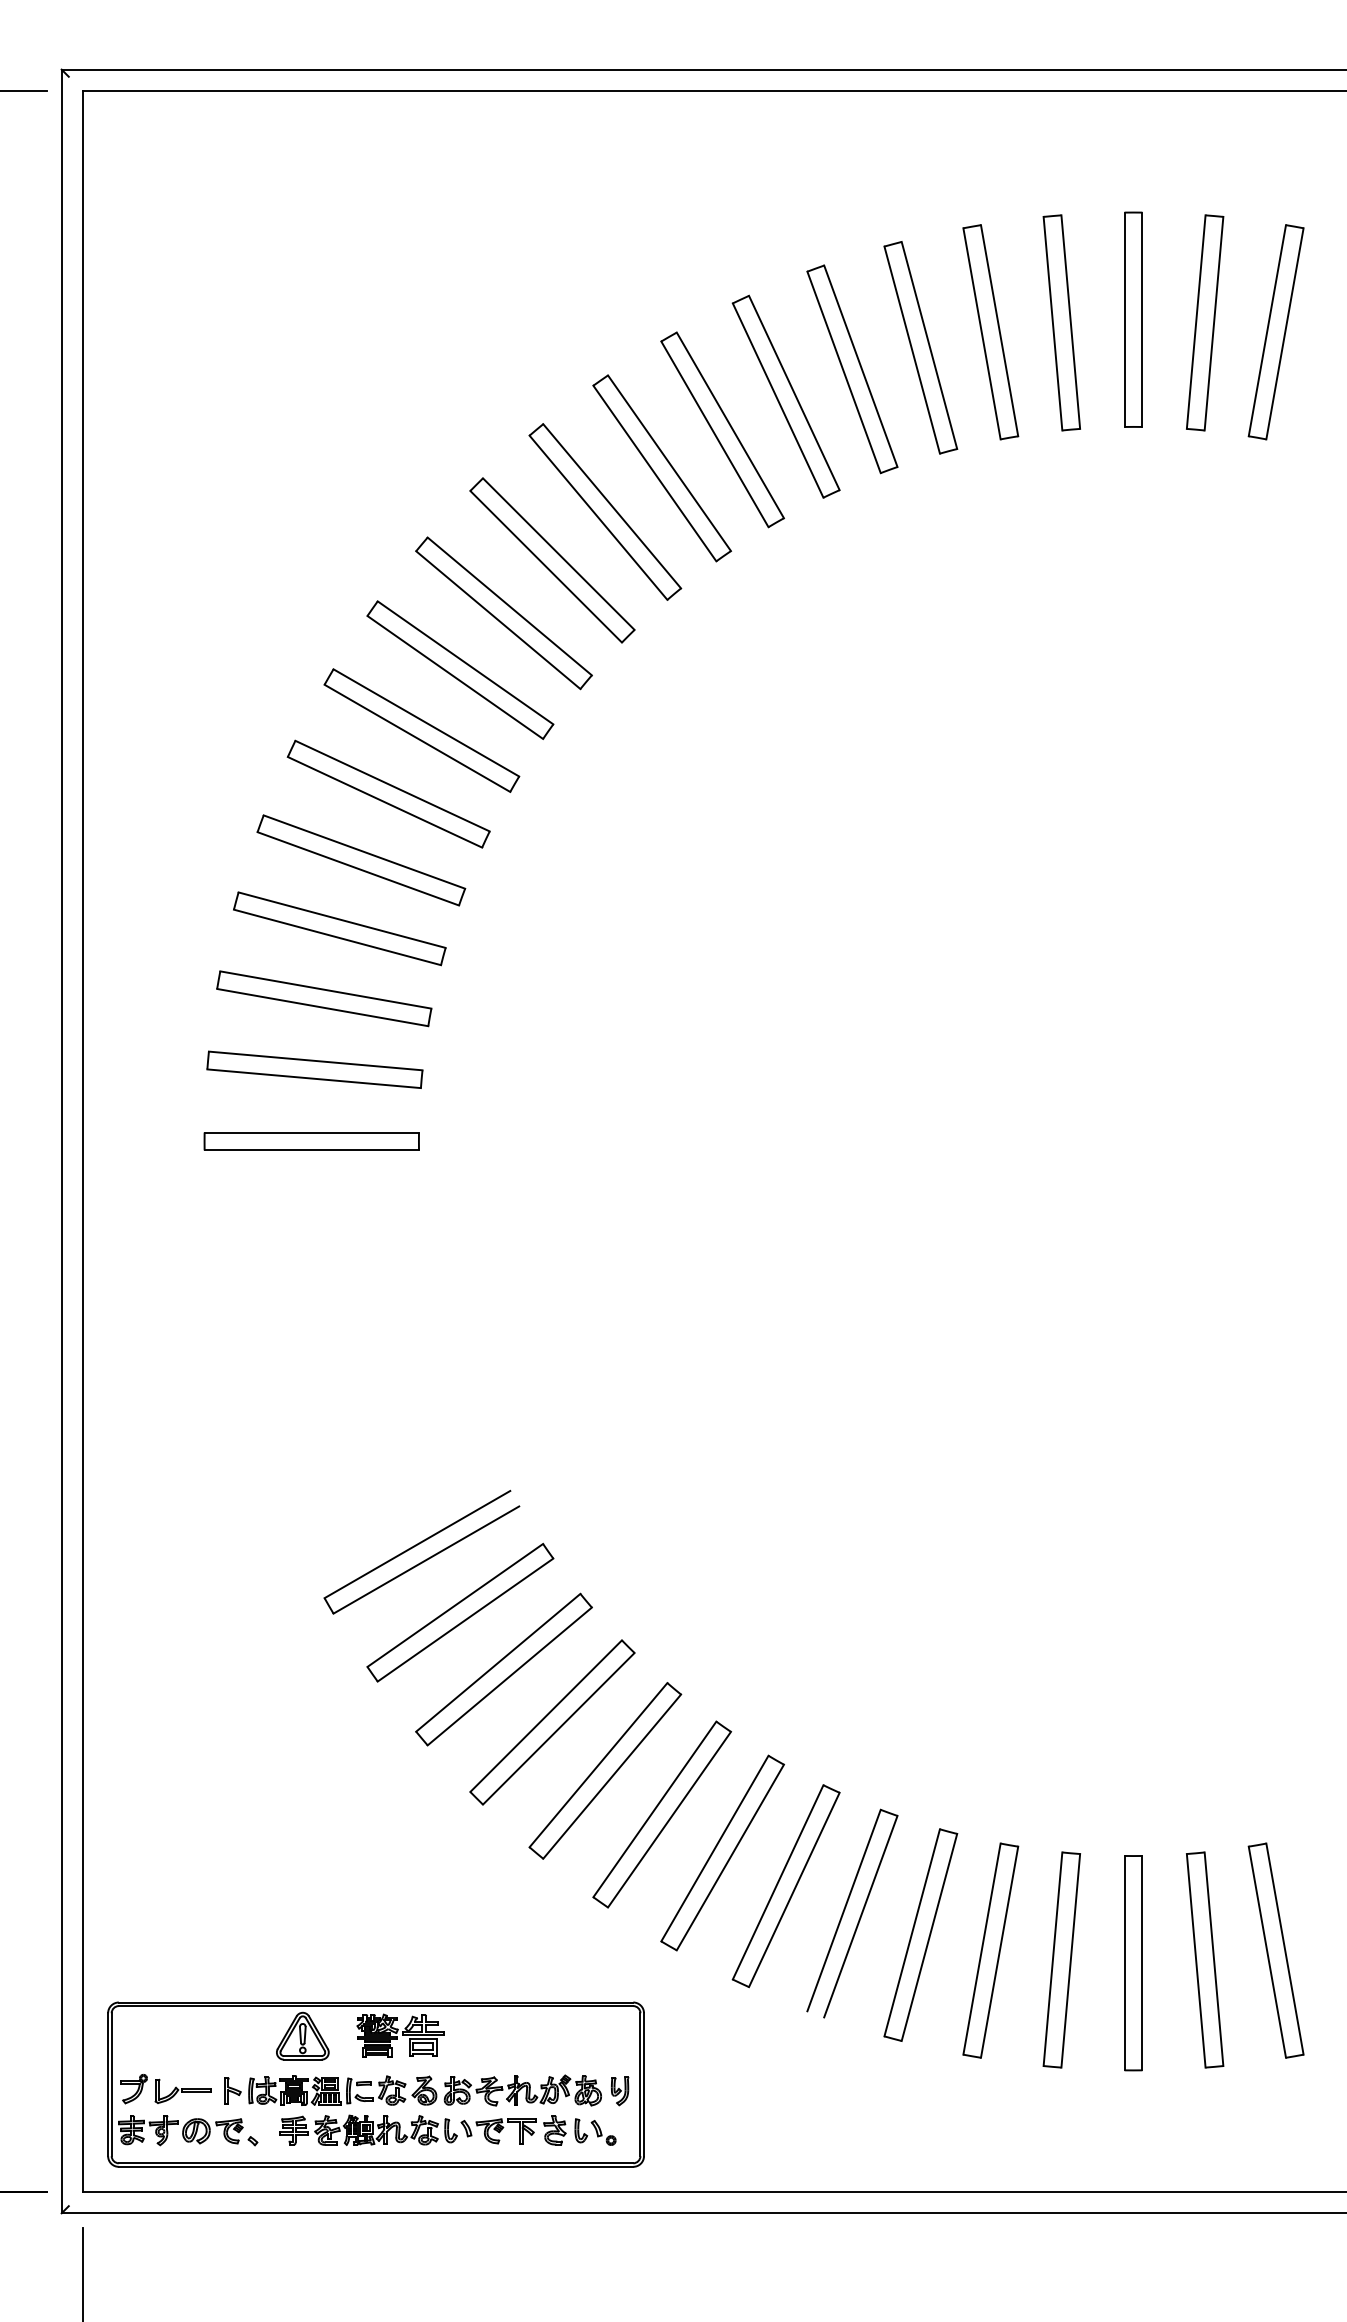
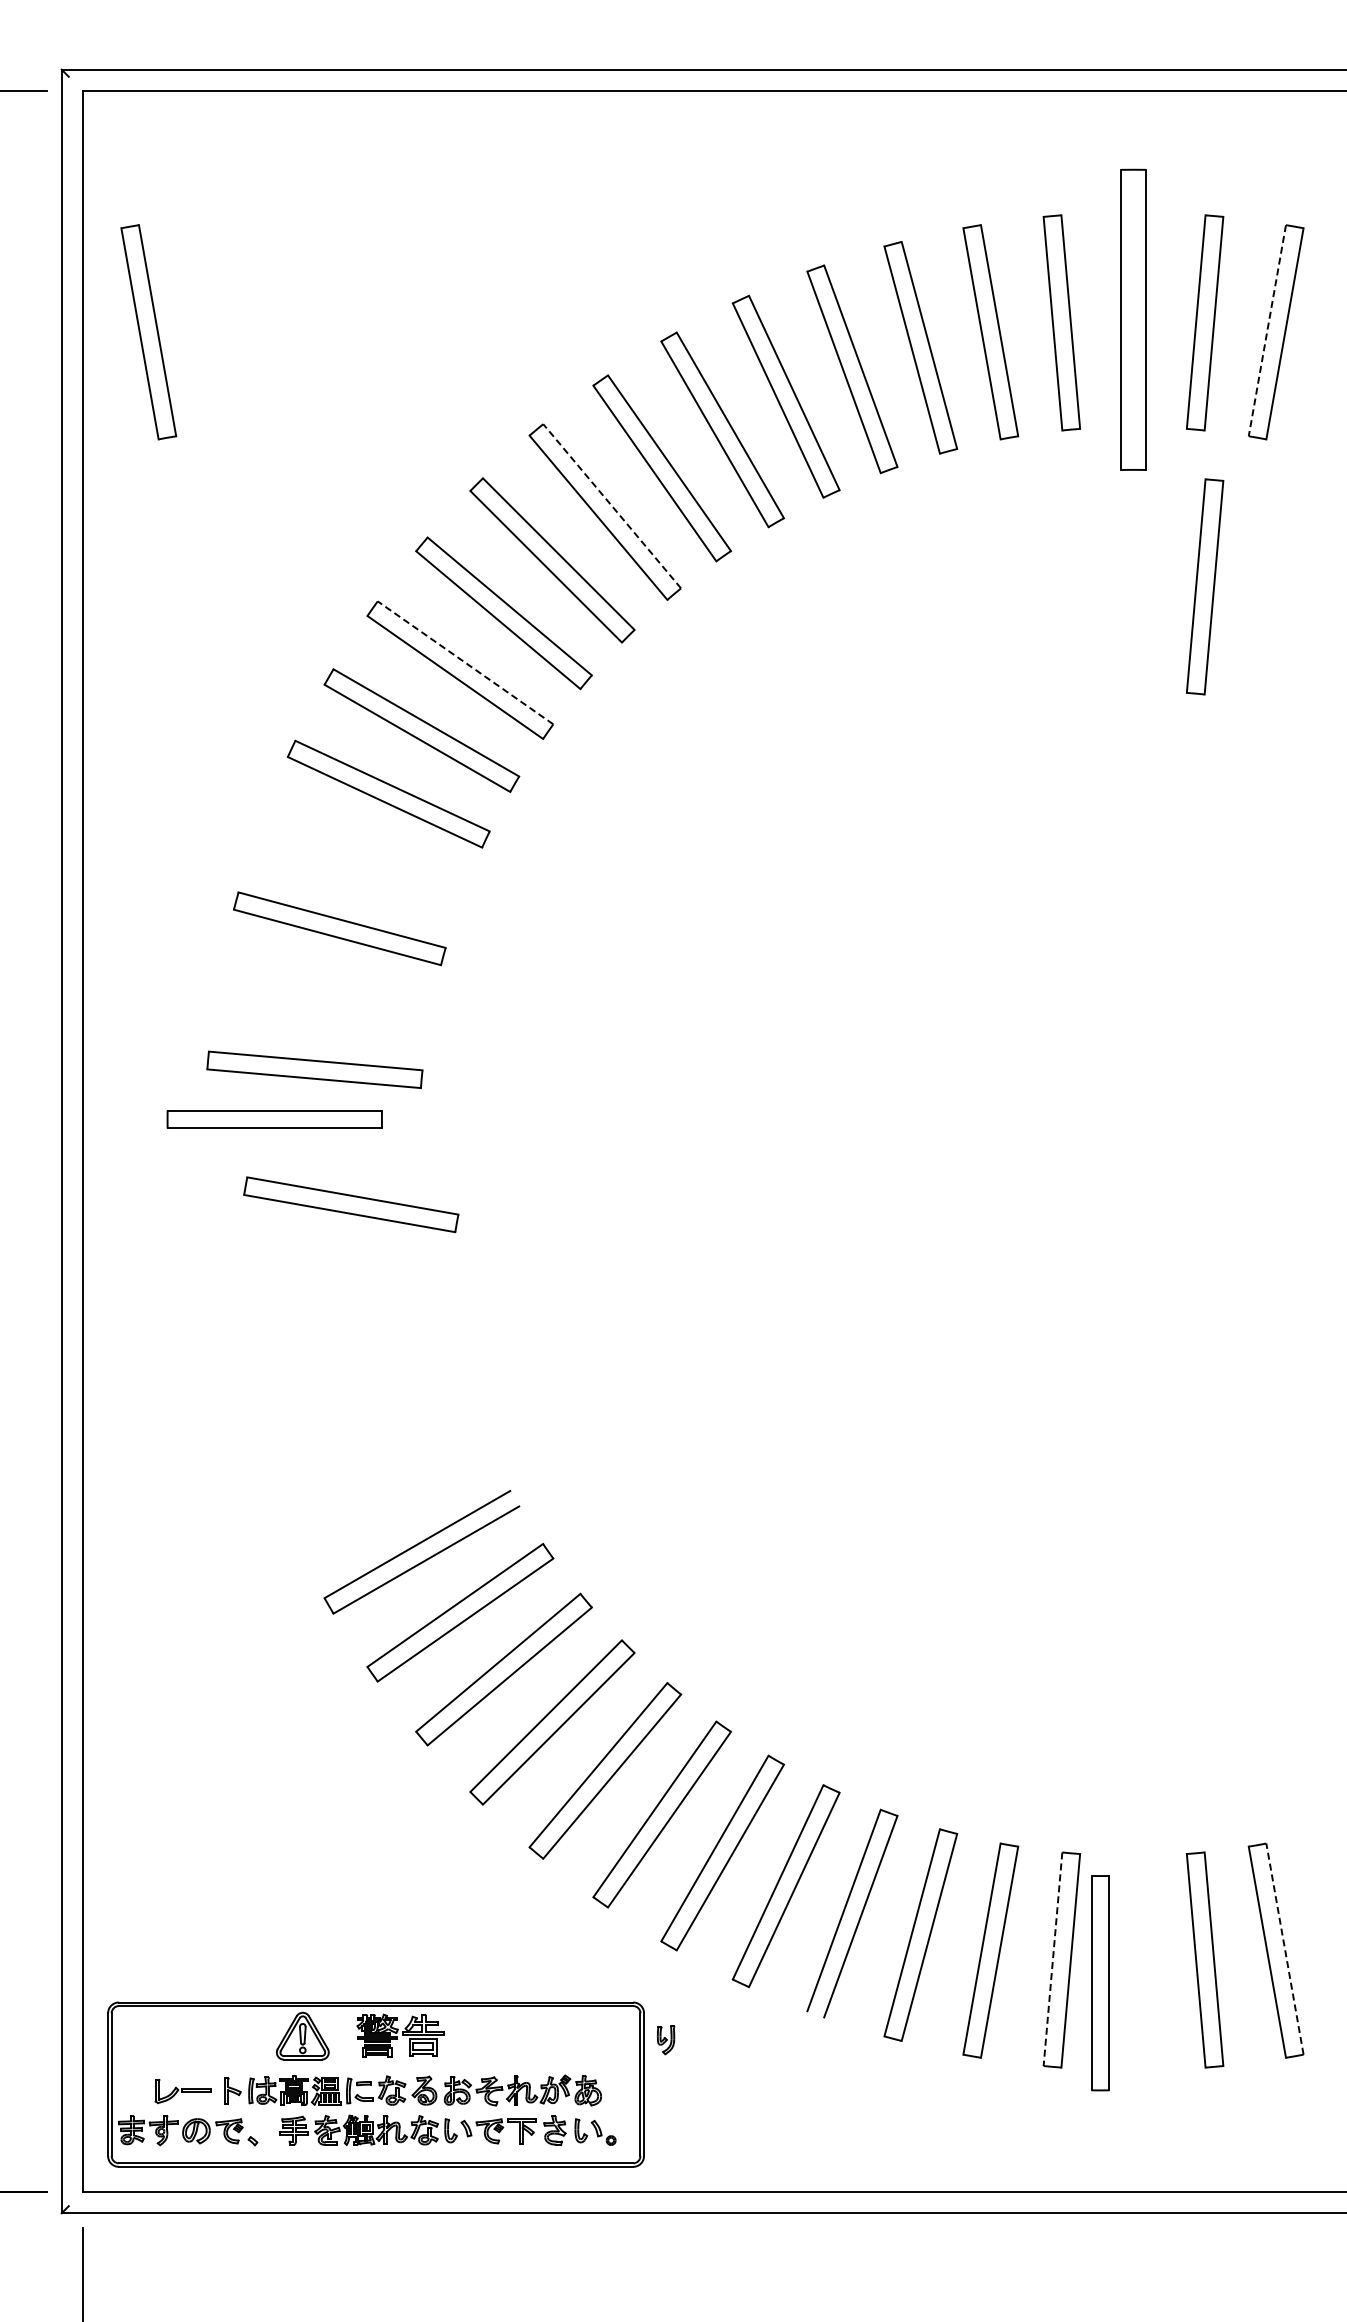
part at (1133, 319) size: 19x217 px -> 27x303 px
line at (1267, 331): solid -> dashed
part at (148, 332): none -> present
line at (611, 505): solid -> dashed
part at (1205, 586): none -> present
line at (465, 662): solid -> dashed
part at (361, 860): present -> none
part at (324, 998) position: (324, 998) -> (351, 1204)
part at (311, 1141) position: (311, 1141) -> (274, 1119)
line at (1284, 1948): solid -> dashed
line at (1052, 1959): solid -> dashed
part at (1133, 1963) position: (1133, 1963) -> (1100, 1983)
part at (133, 2089): present -> none
part at (620, 2091) position: (620, 2091) -> (666, 2040)
